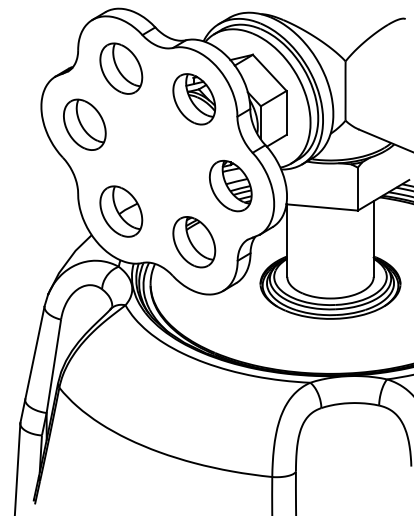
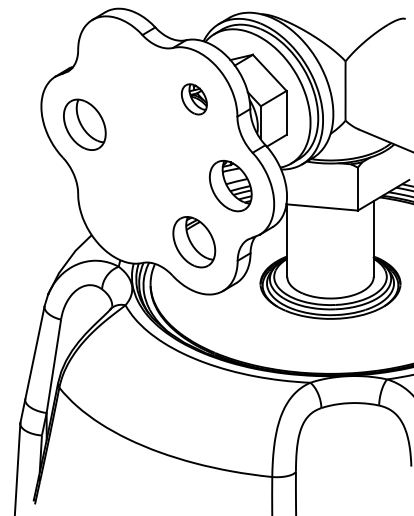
part at (121, 68): present -> none
part at (194, 99) size: 45x53 px -> 28x33 px
part at (121, 211): present -> none
